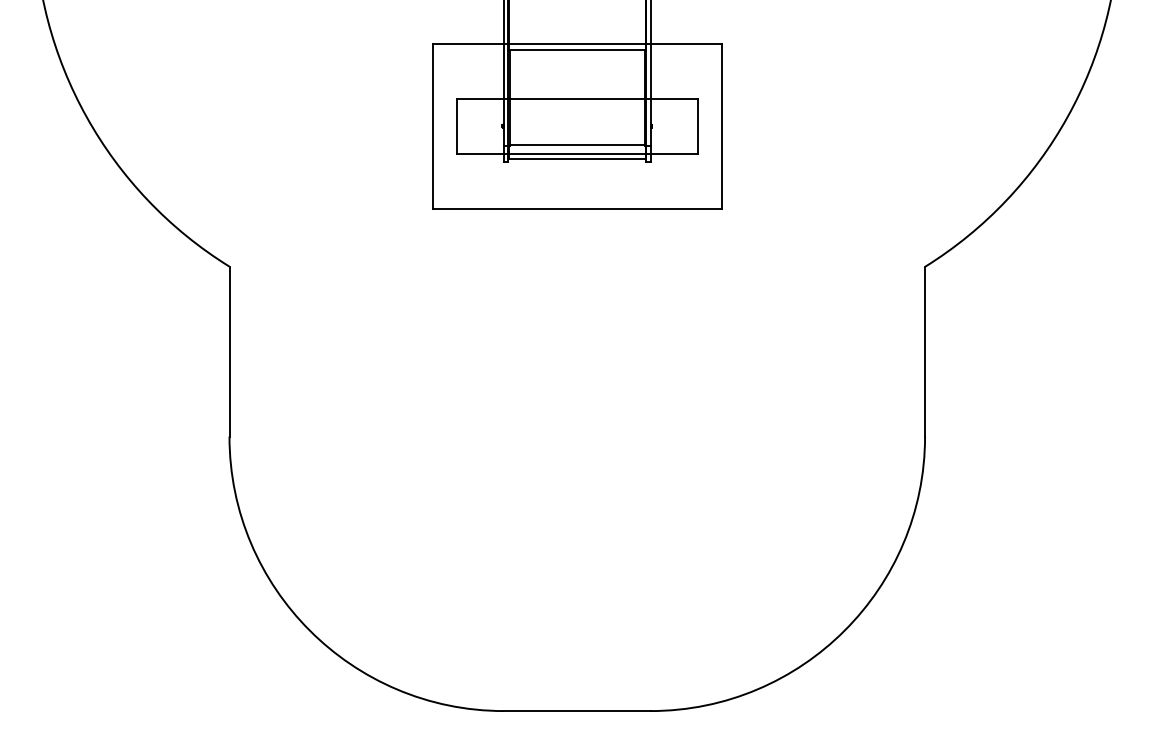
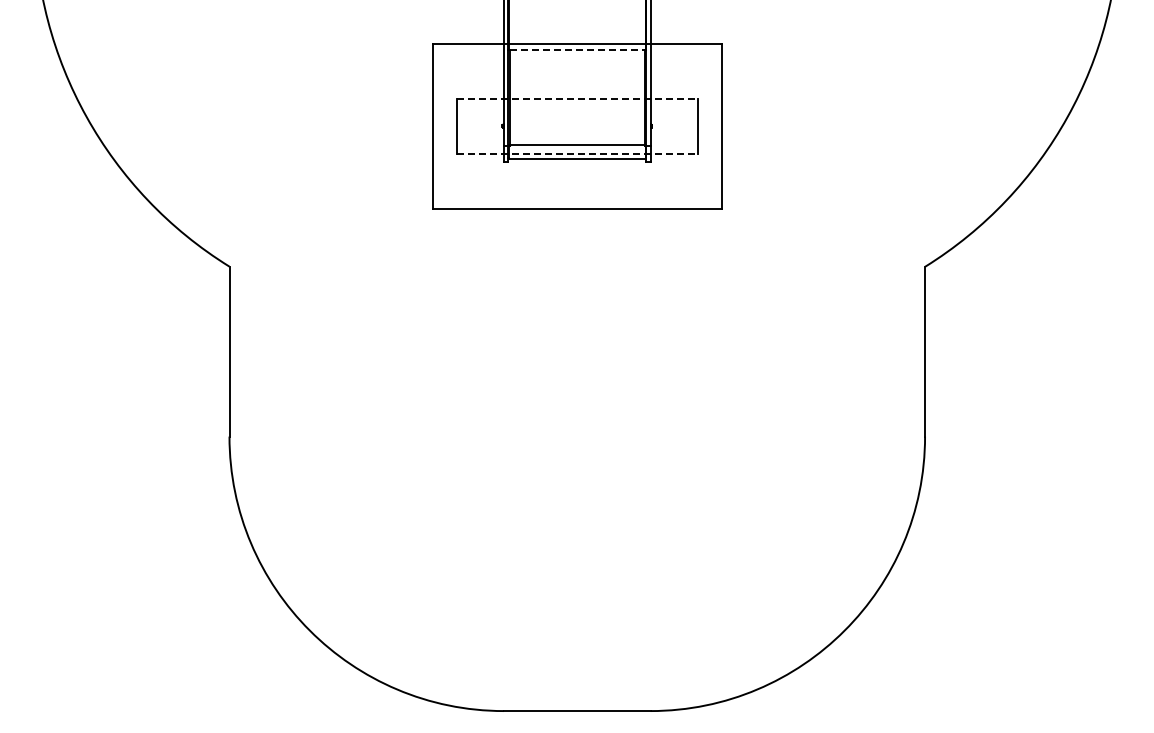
line at (577, 50): solid -> dashed
line at (577, 98): solid -> dashed
line at (577, 153): solid -> dashed
